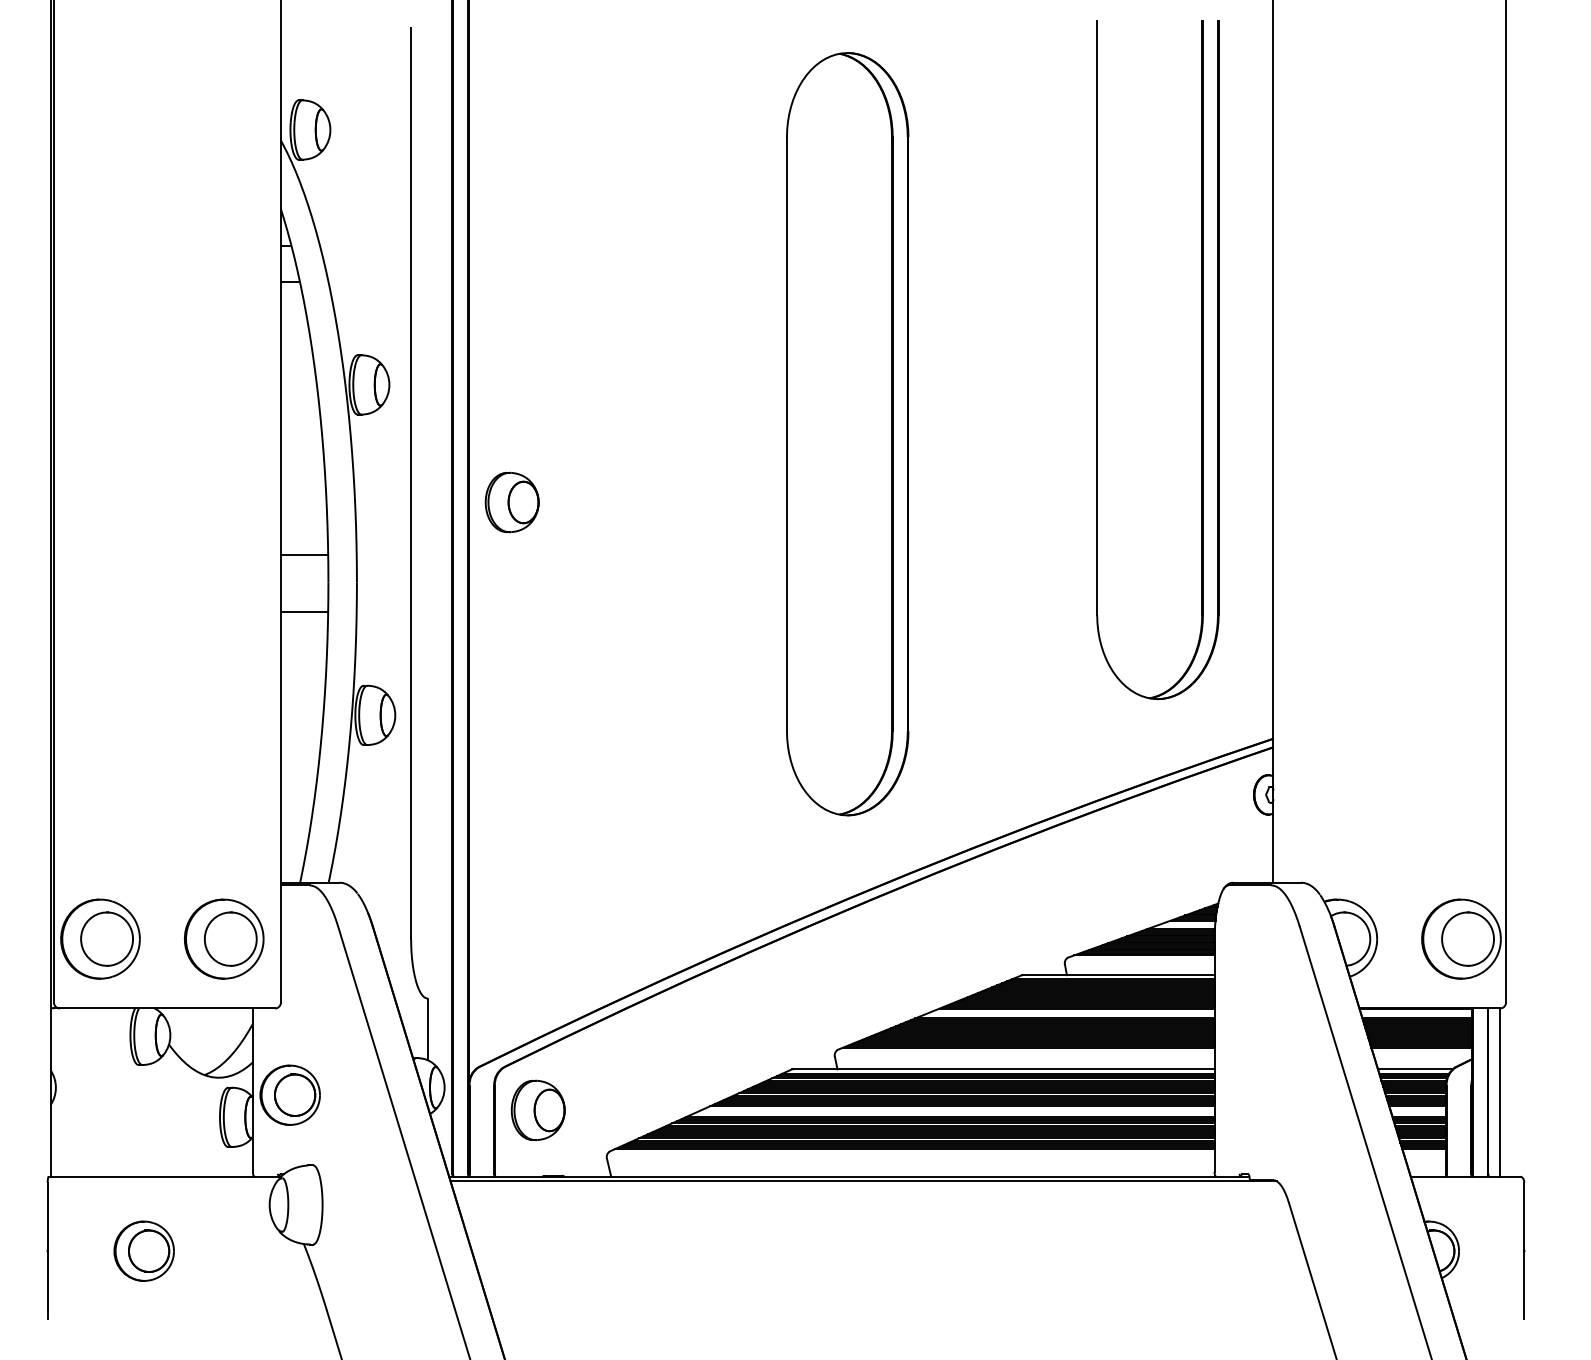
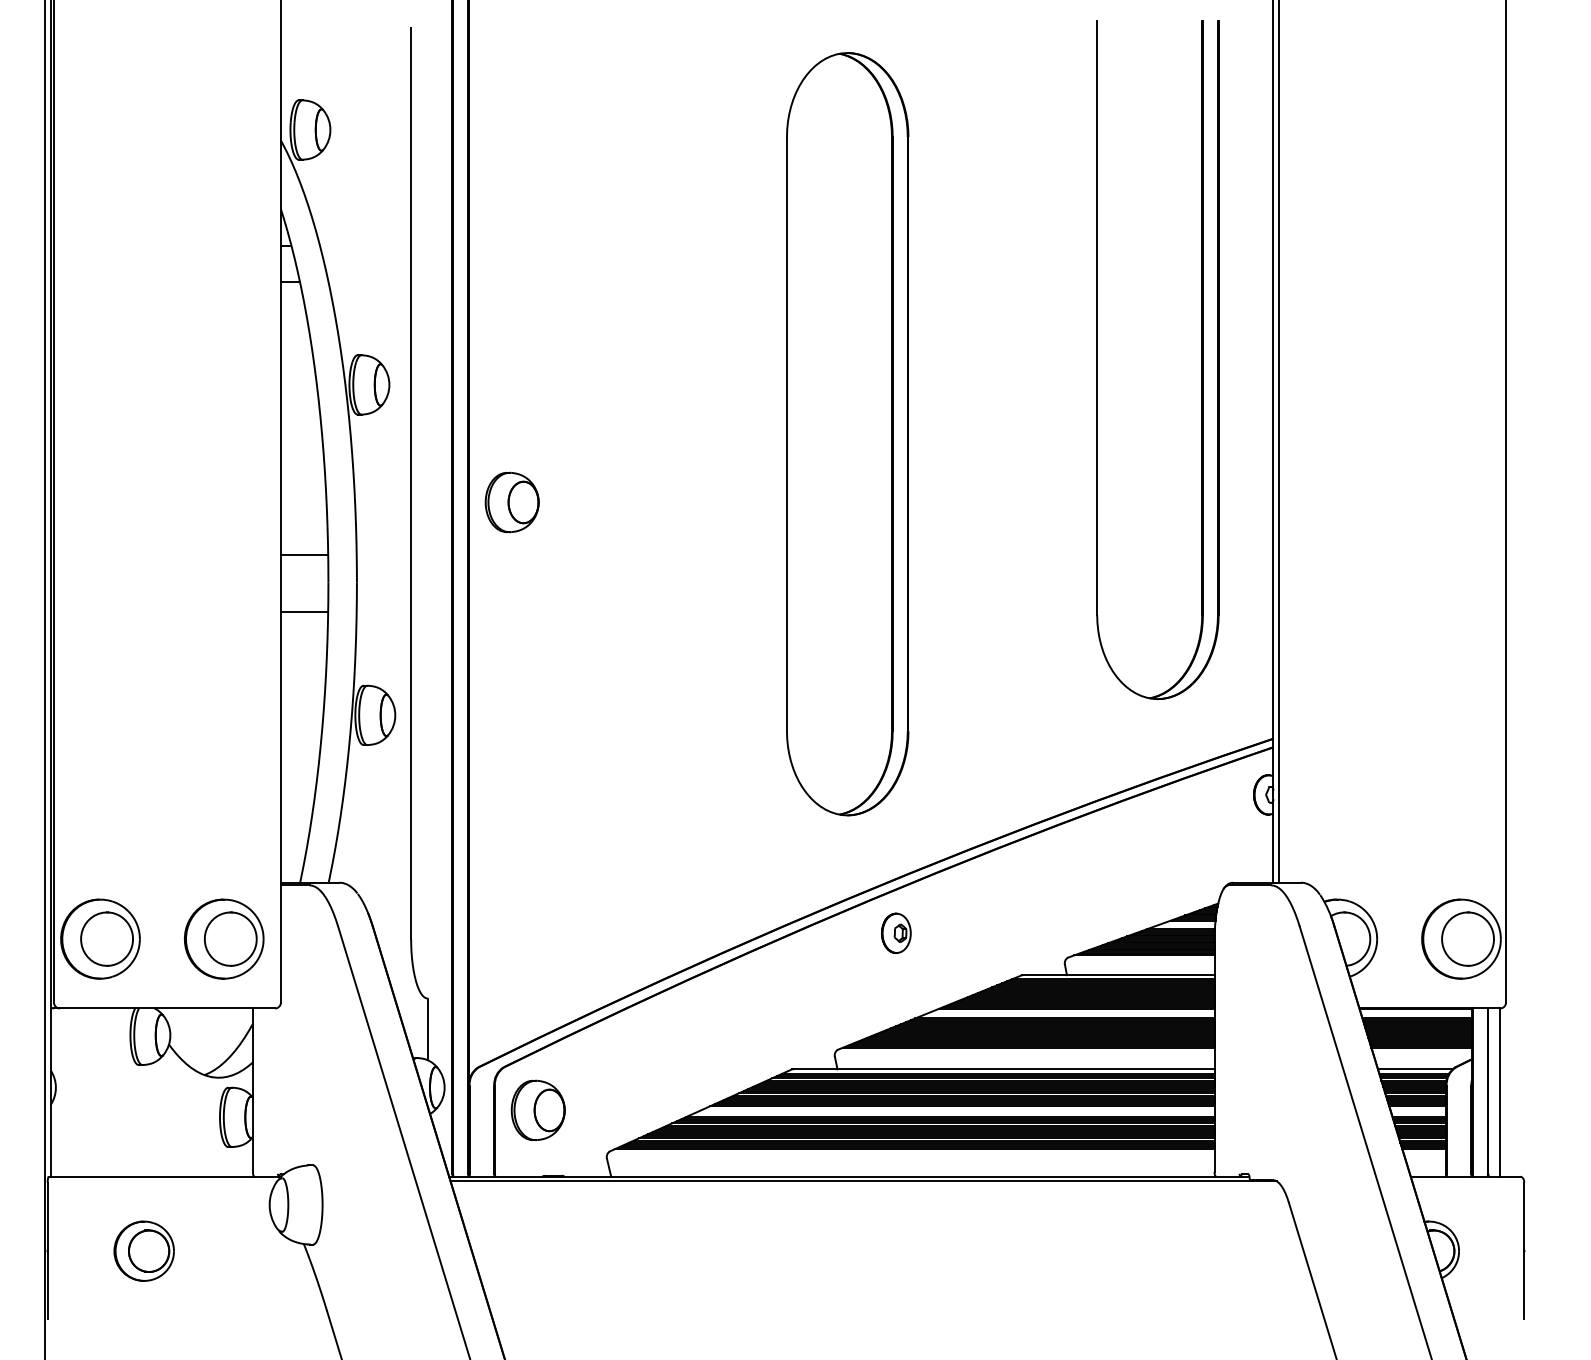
line at (1279, 442): none -> present
line at (45, 679): none -> present
part at (896, 932): none -> present
part at (289, 1094): present -> none
